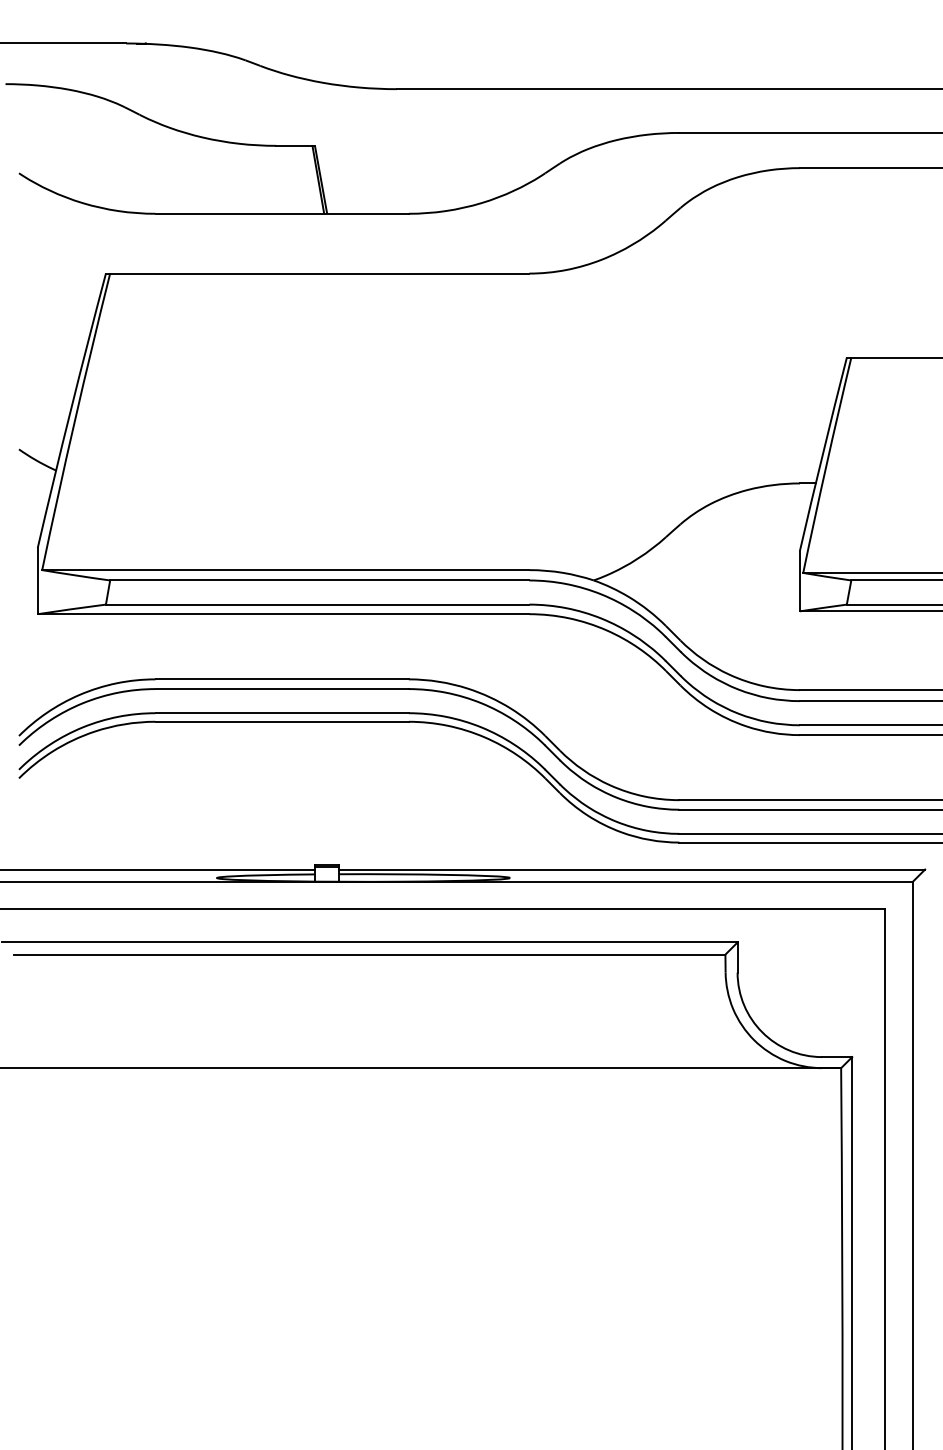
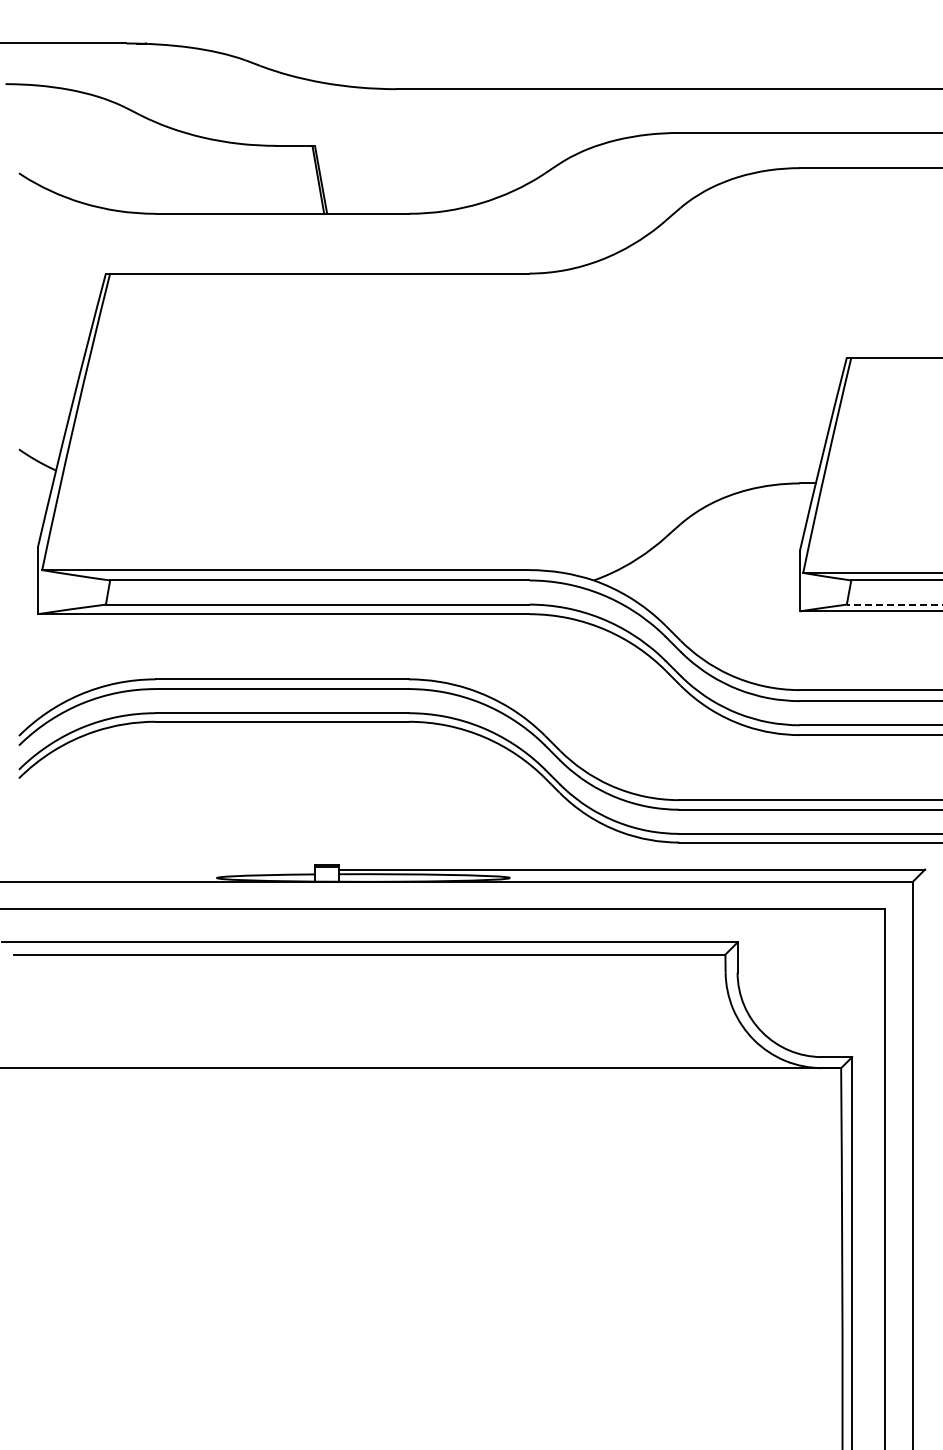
line at (894, 604): solid -> dashed
line at (158, 869): present -> none
